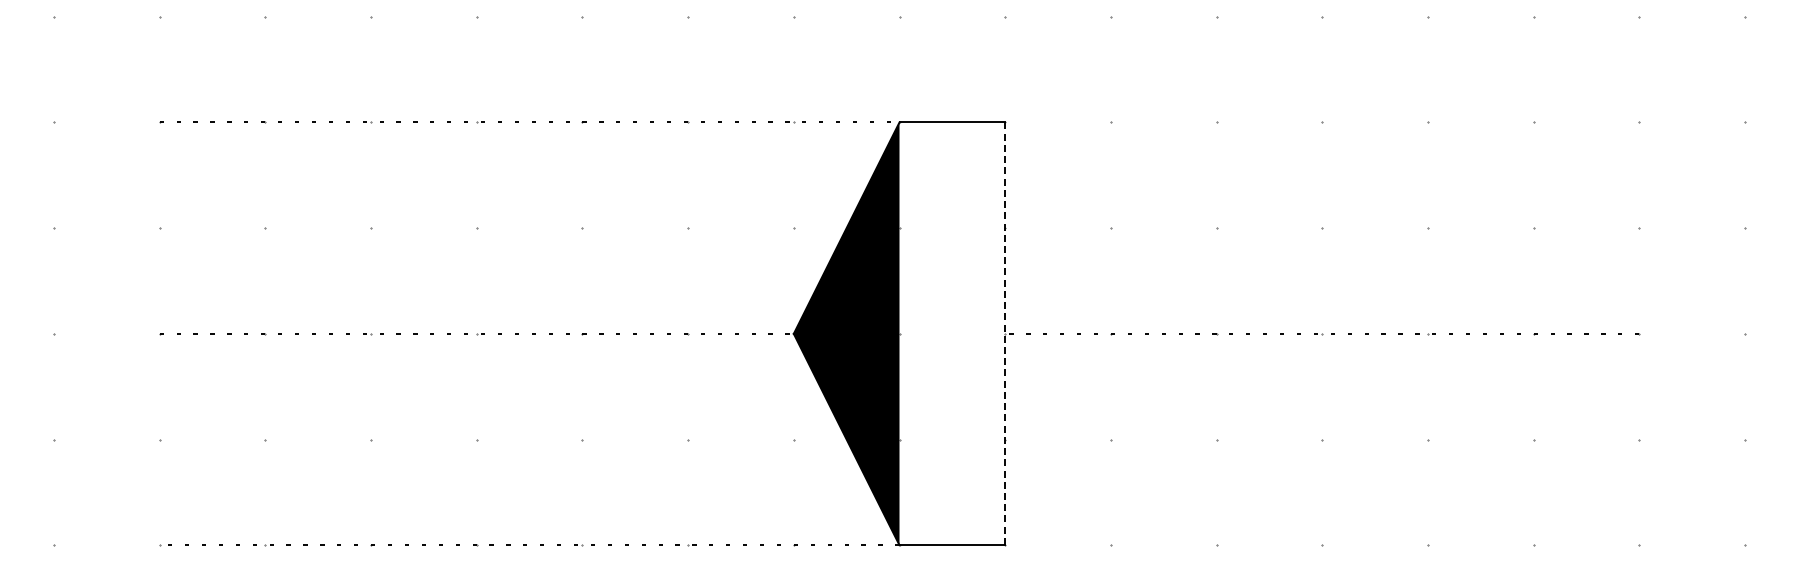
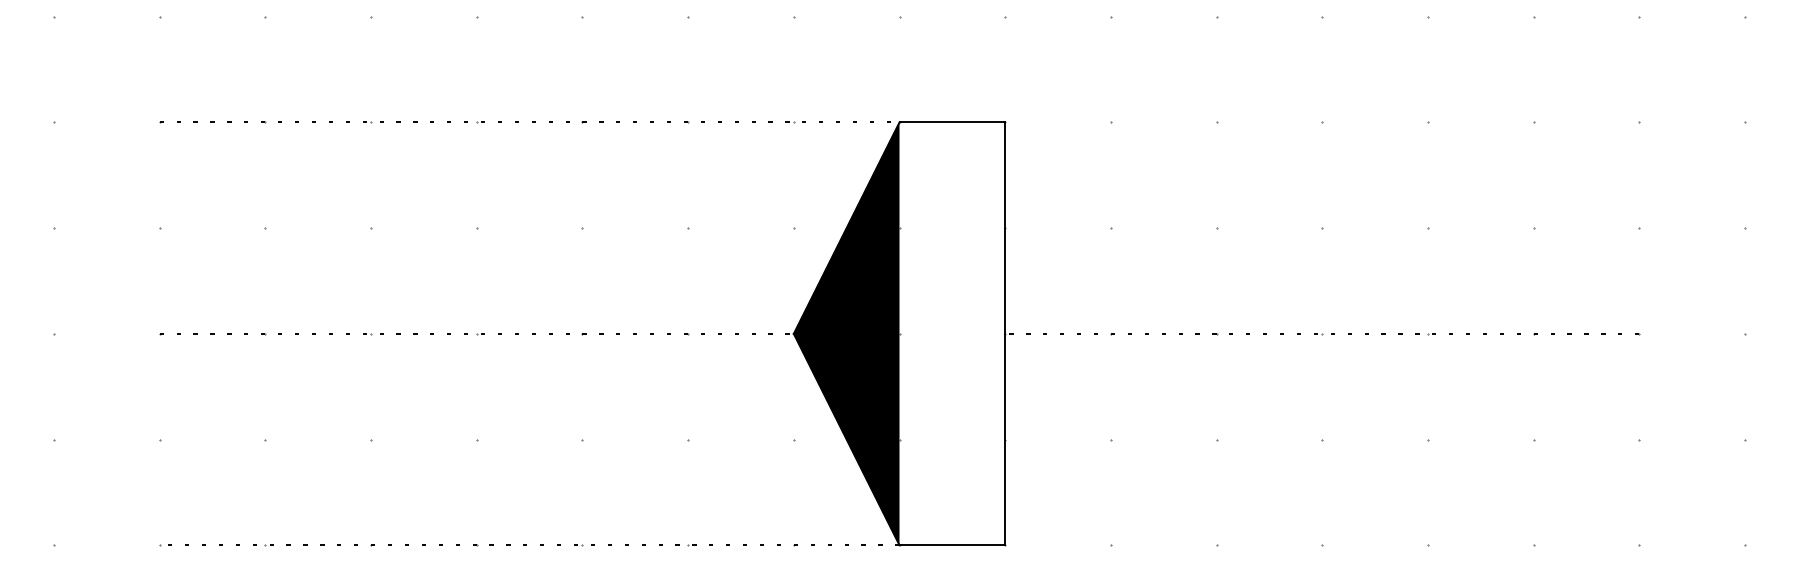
line at (1005, 334): dashed -> solid
